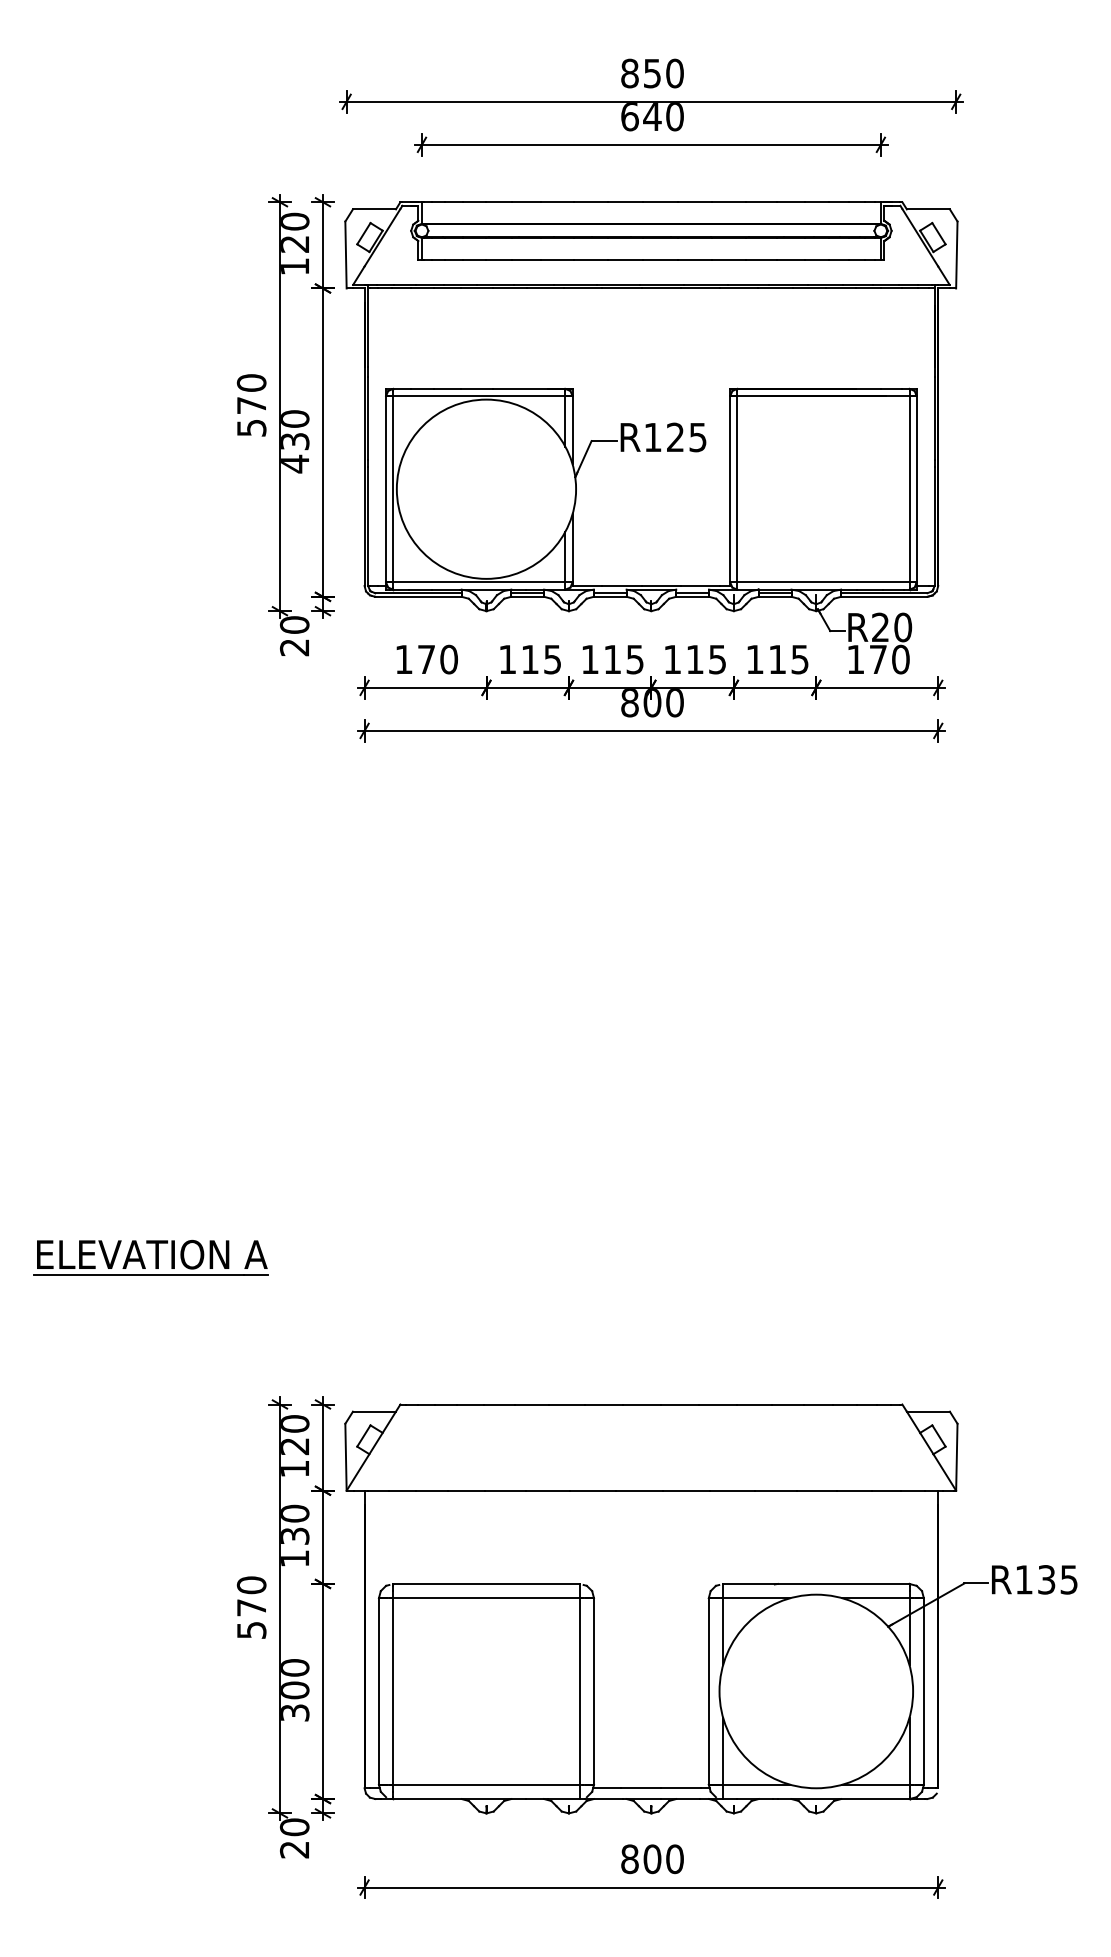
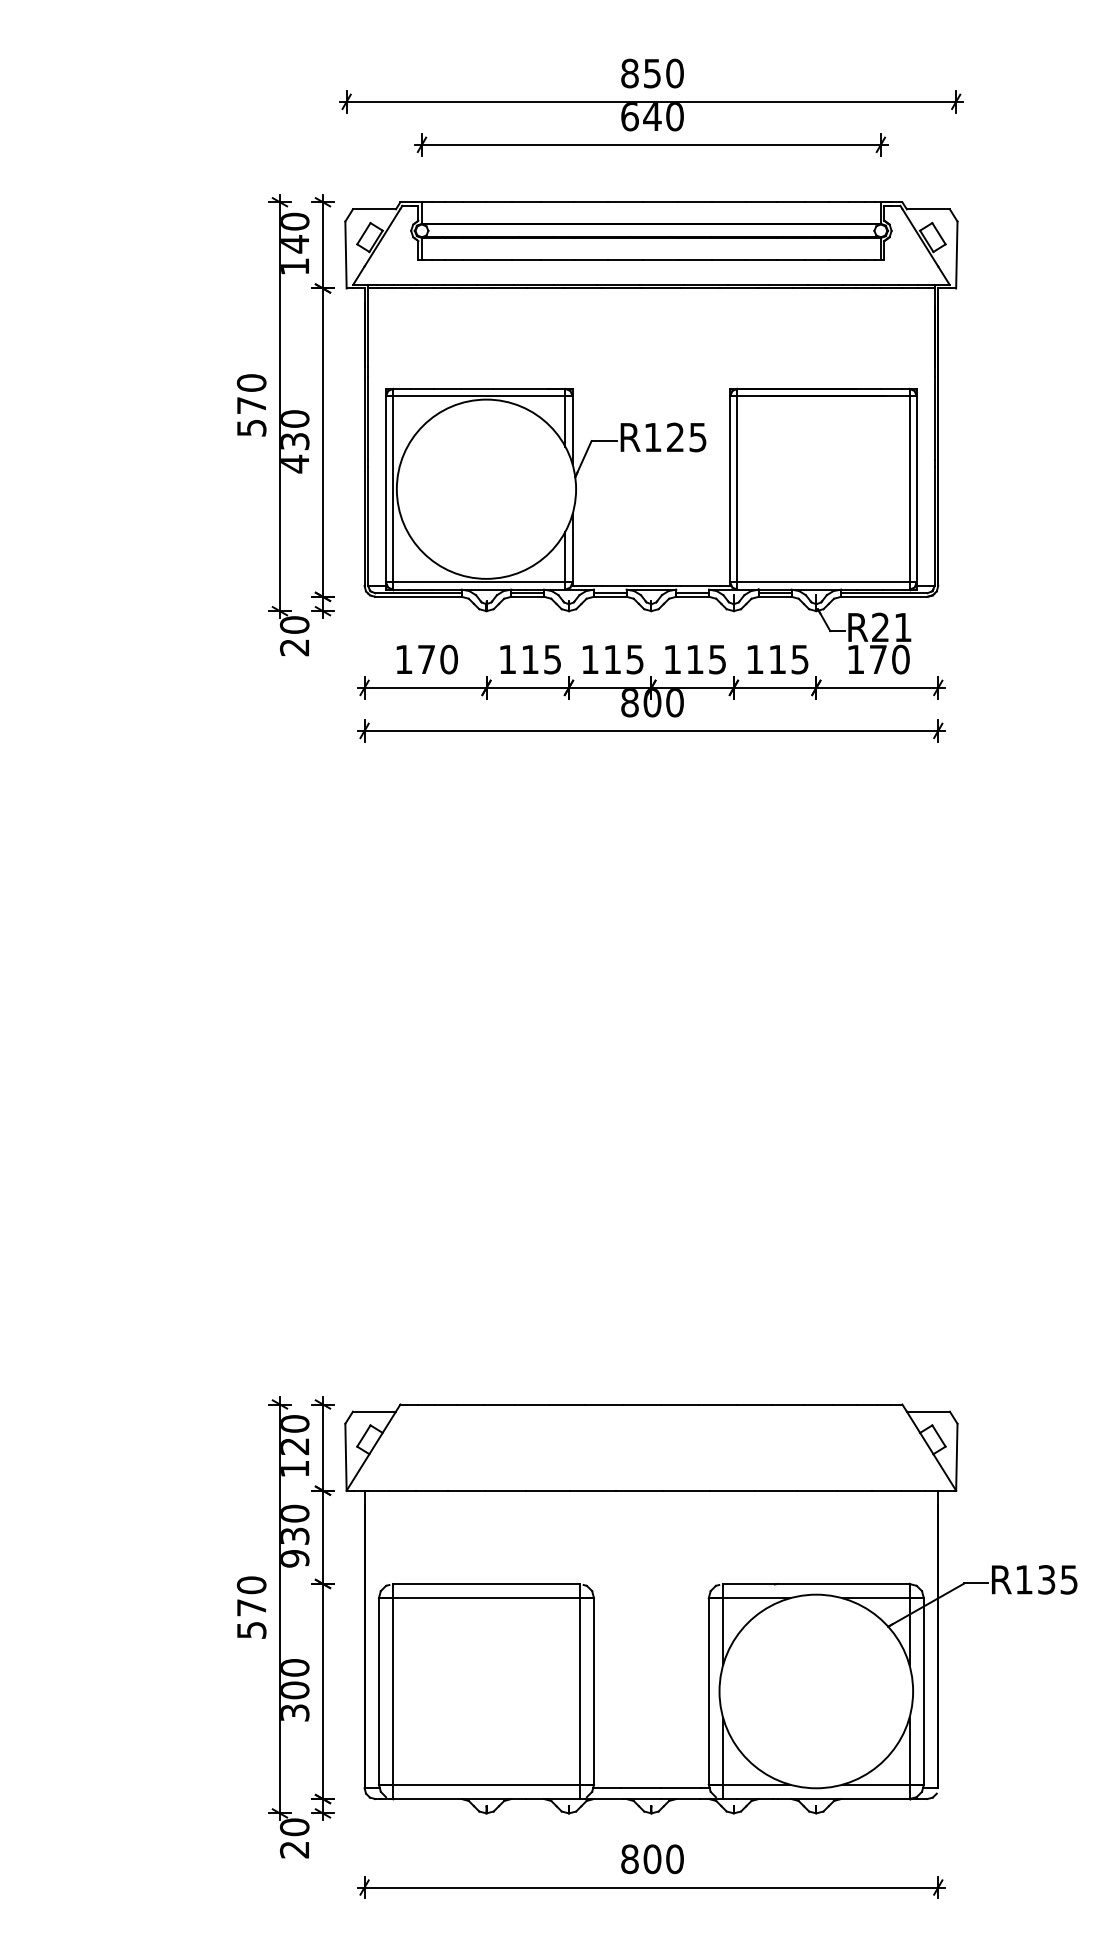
text at (294, 244): 120 -> 140
text at (903, 627): R20 -> R21
part at (150, 1257): present -> none
text at (295, 1558): 130 -> 930
